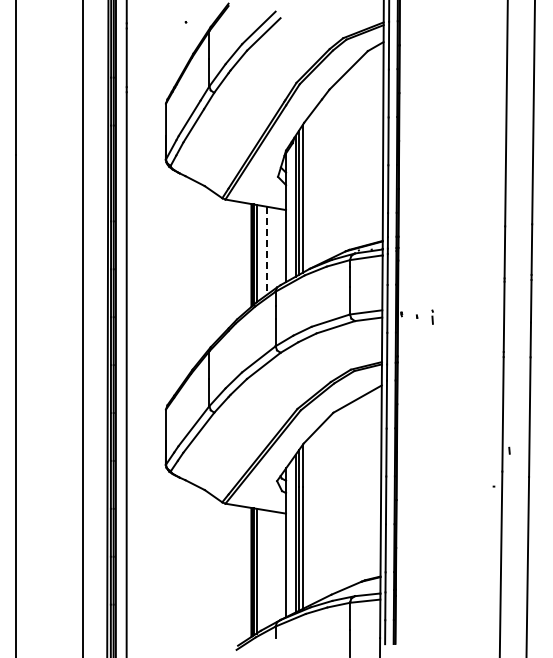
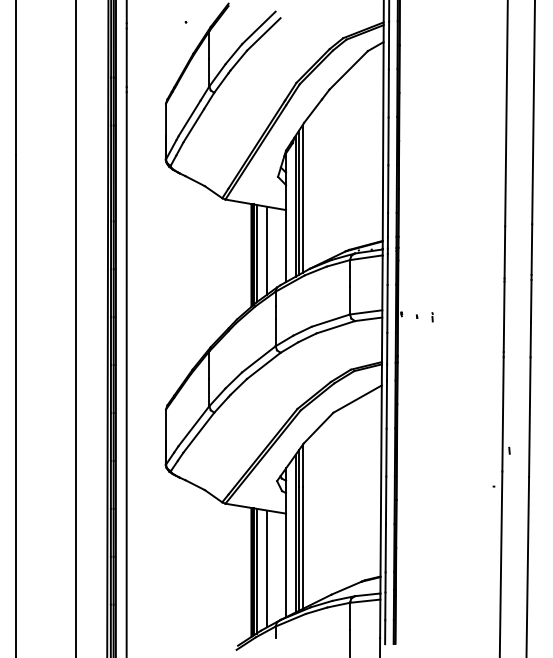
line at (267, 250): dashed -> solid
part at (432, 316) size: 3x16 px -> 3x11 px
line at (83, 328) position: (83, 328) -> (76, 328)
line at (267, 568): none -> present
